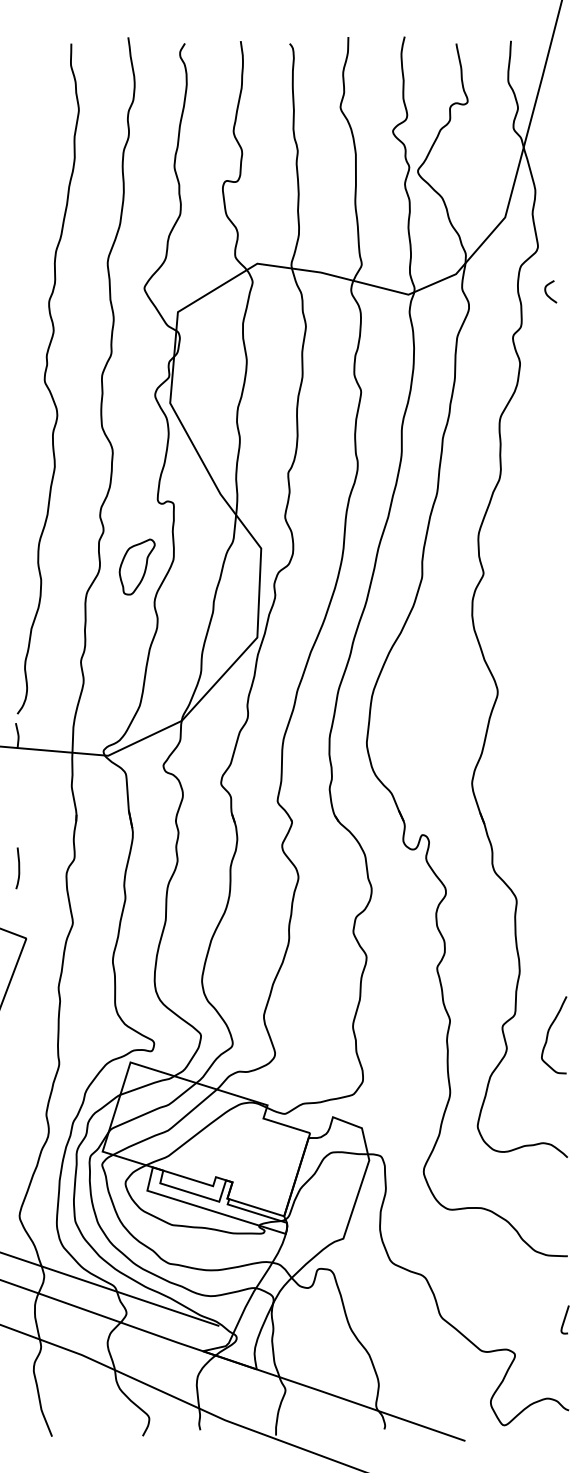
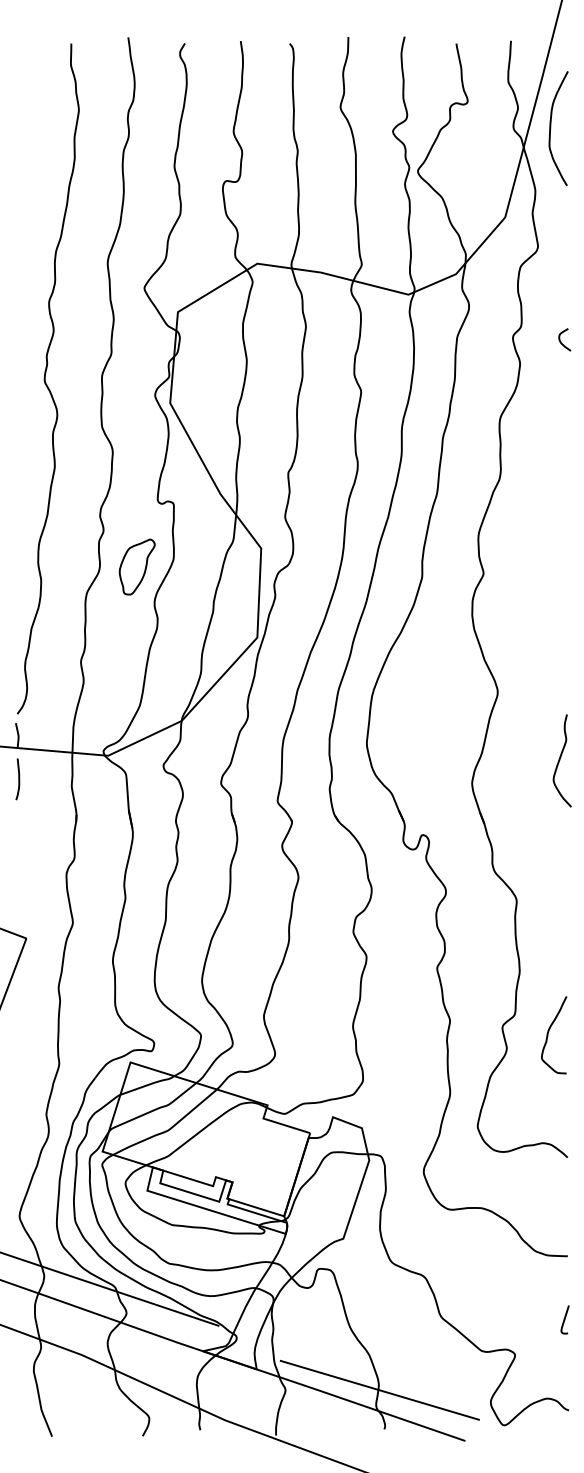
curve at (551, 128): none -> present
curve at (547, 293) position: (547, 293) -> (561, 341)
curve at (560, 760): none -> present
curve at (18, 868) position: (18, 868) -> (18, 779)
line at (379, 1389): none -> present
